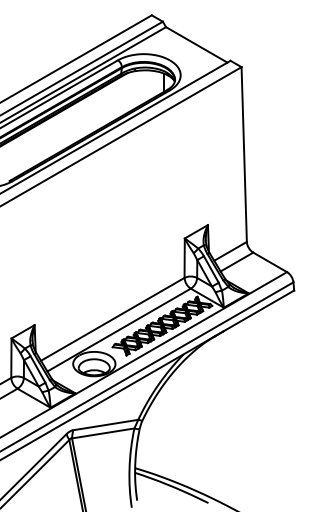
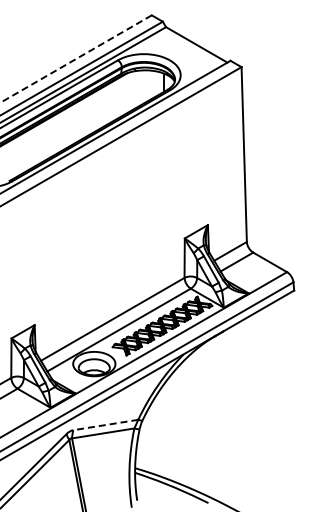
line at (75, 59): solid -> dashed
line at (105, 425): solid -> dashed
